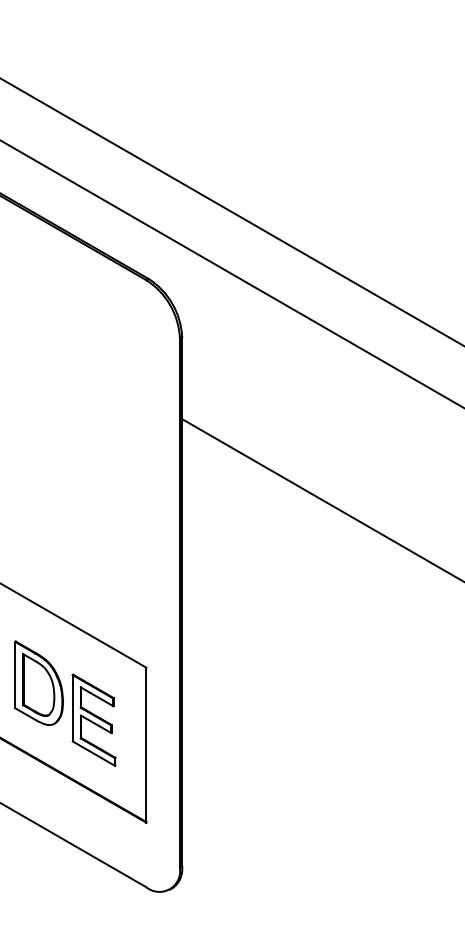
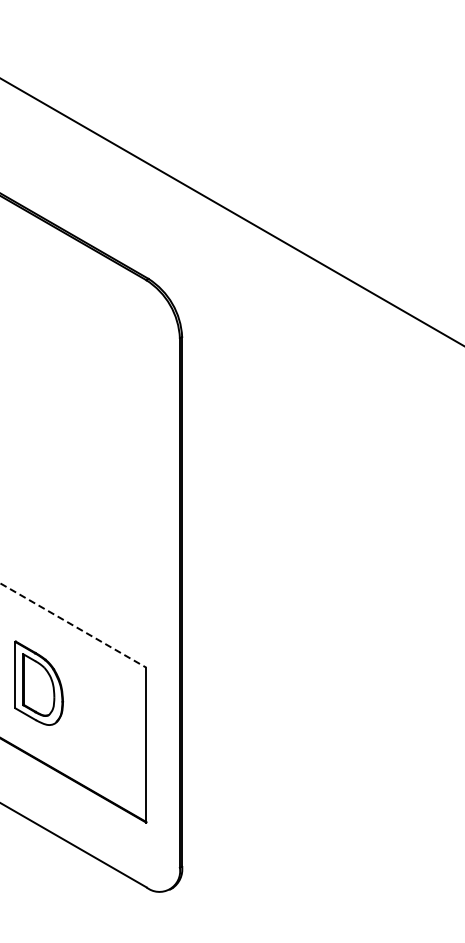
line at (231, 273): present -> none
line at (321, 499): present -> none
line at (73, 625): solid -> dashed
part at (93, 719): present -> none
